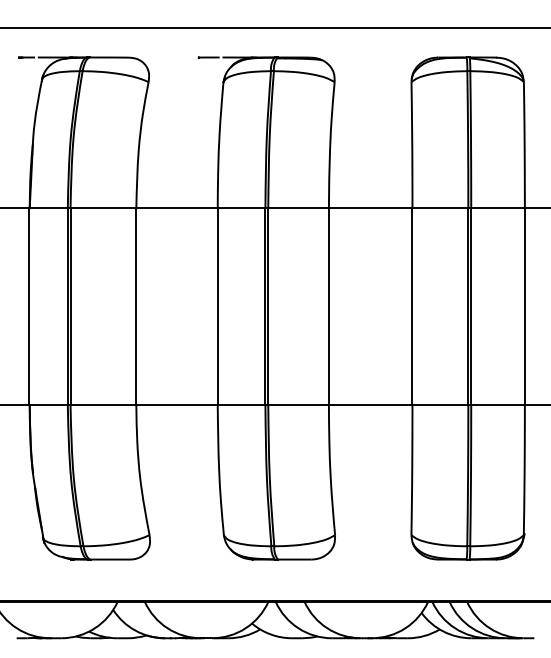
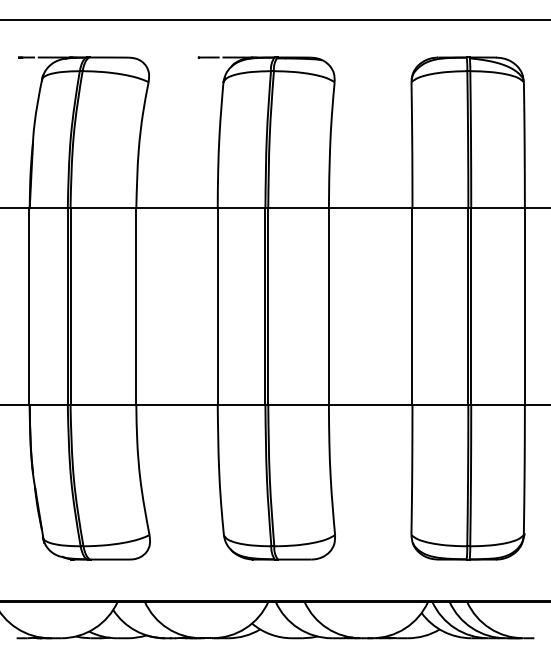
line at (274, 27) position: (274, 27) -> (274, 19)
